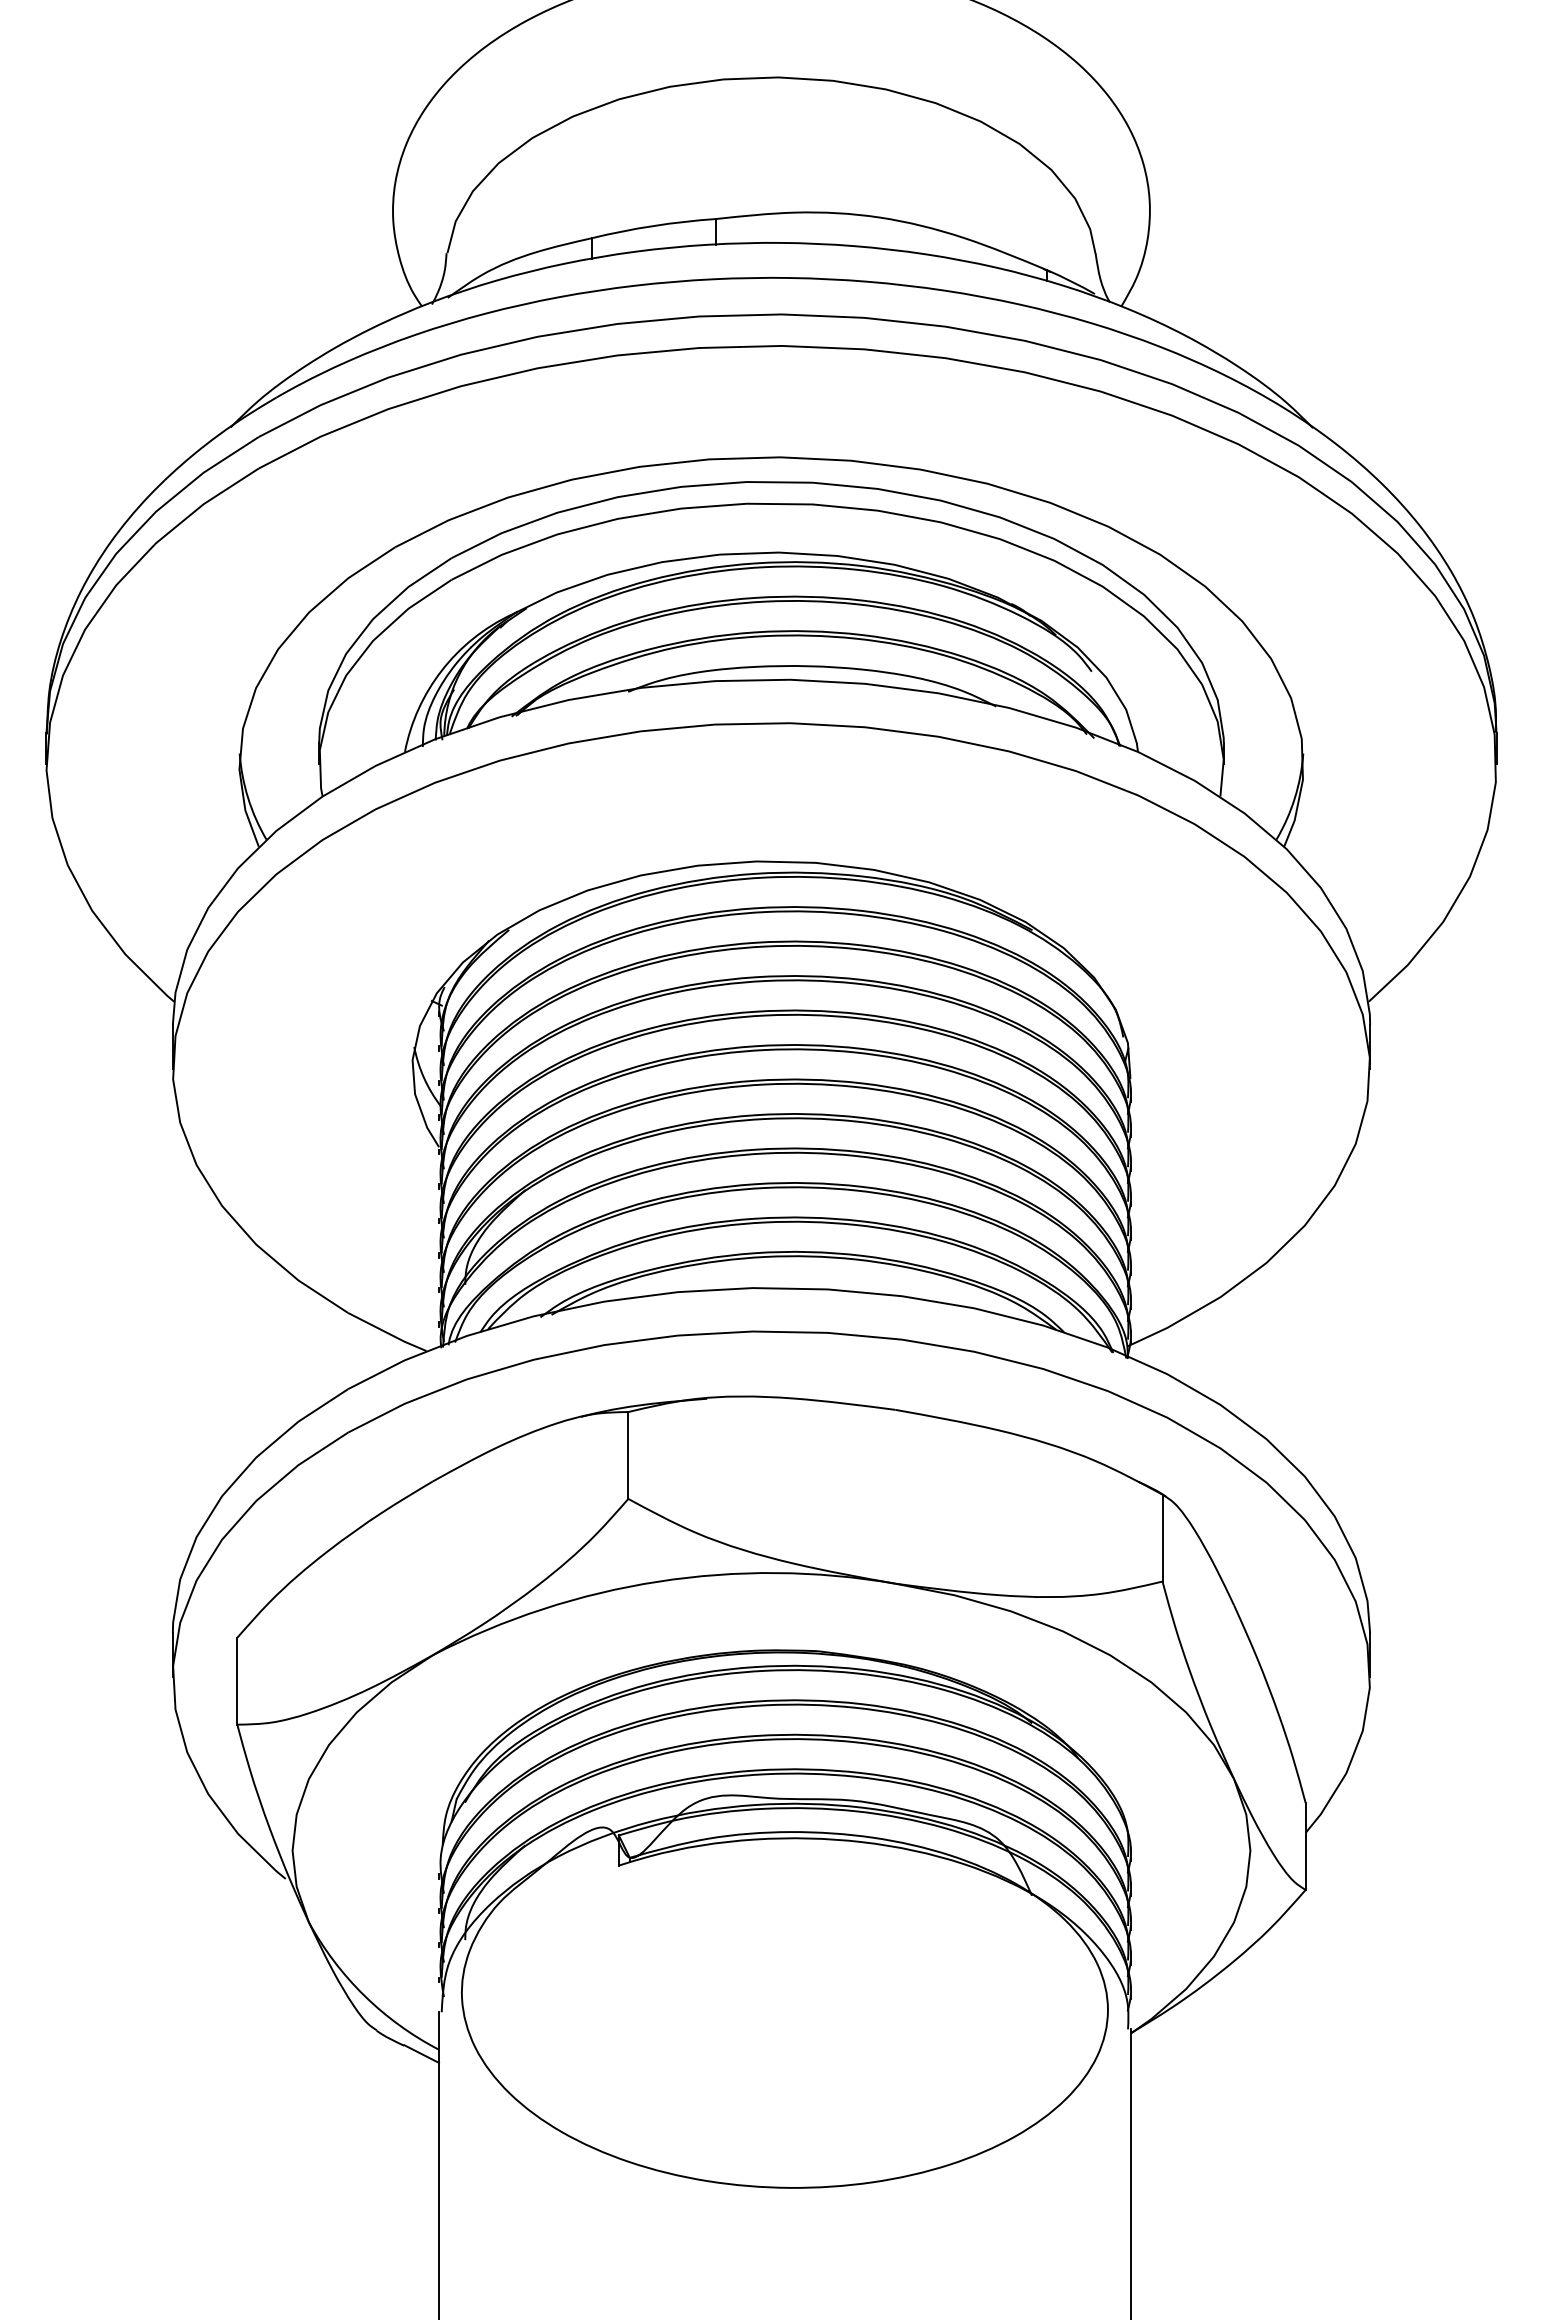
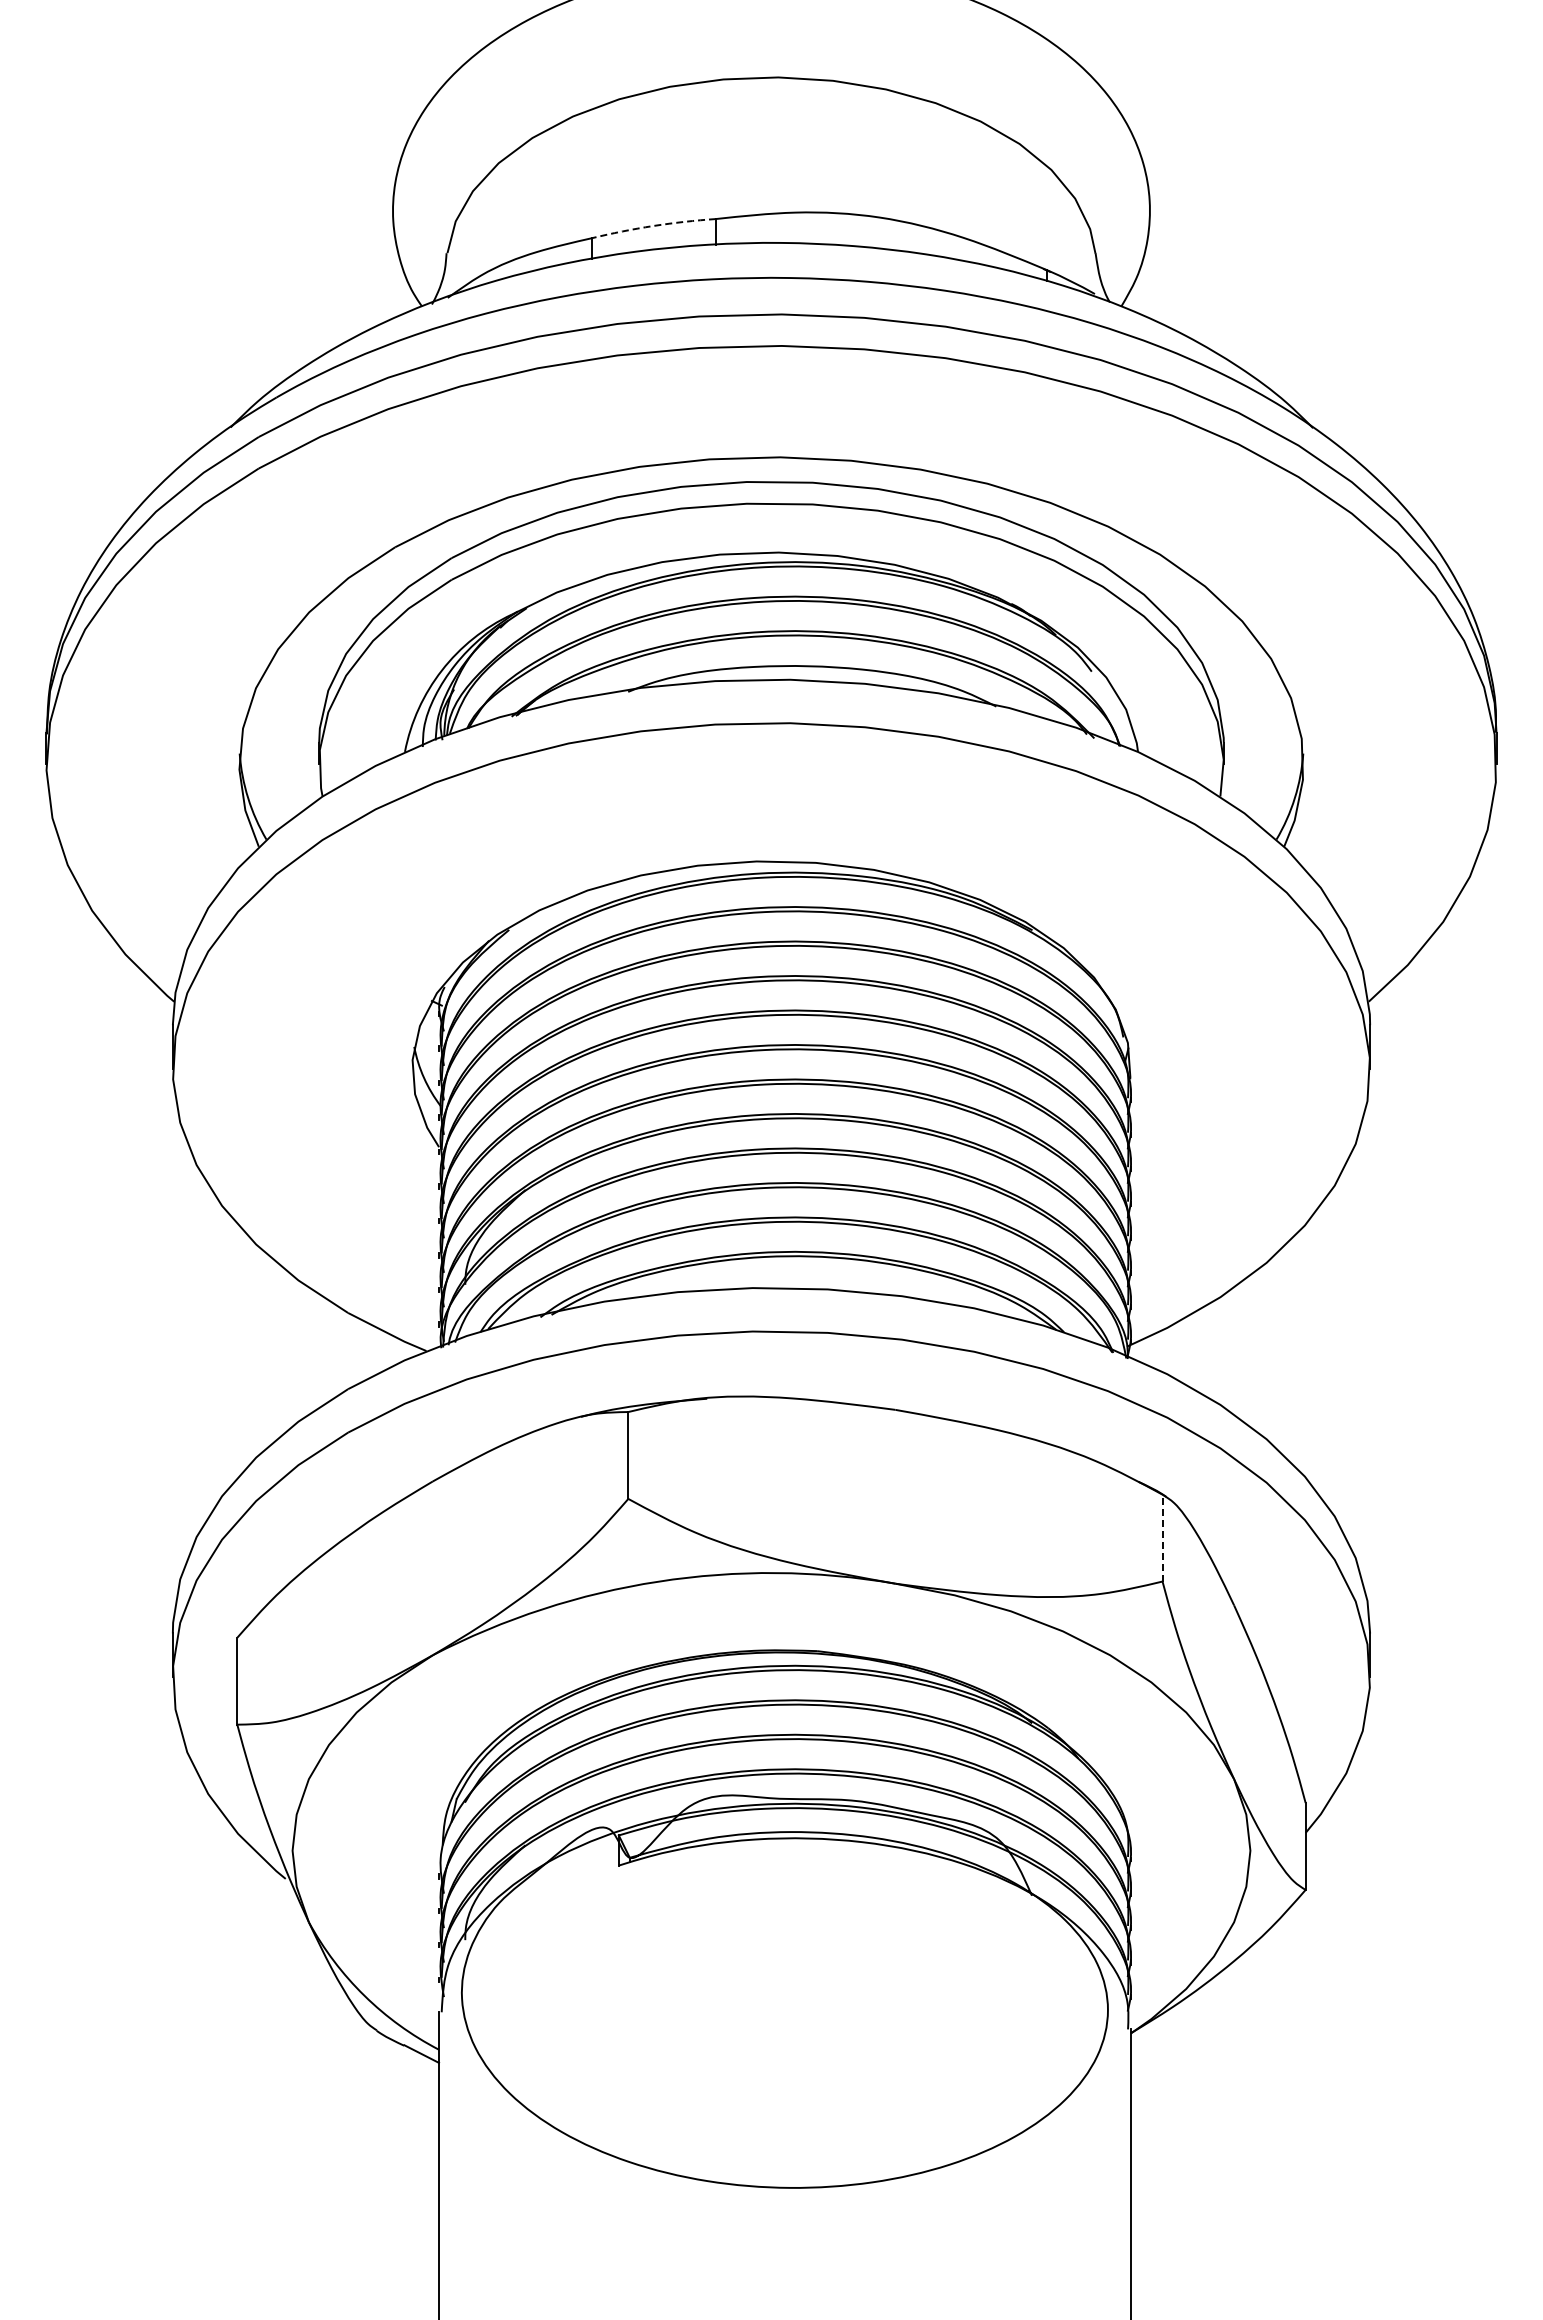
arc at (653, 226): solid -> dashed
line at (1162, 1537): solid -> dashed
